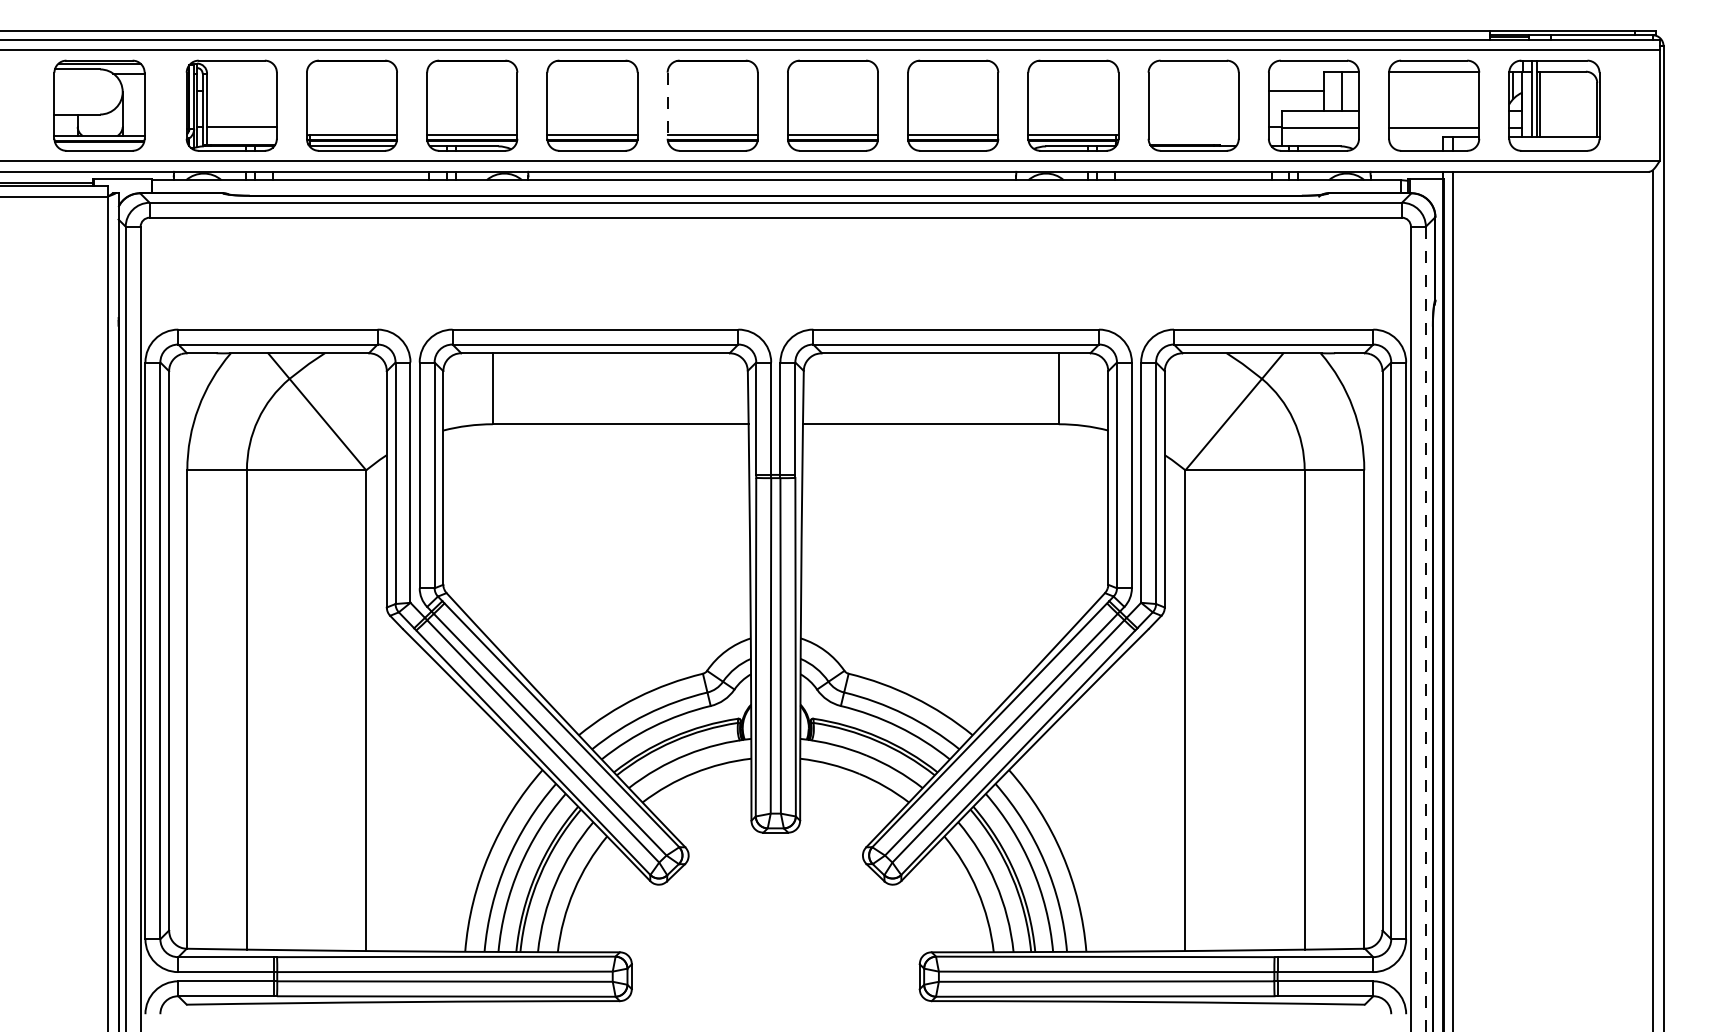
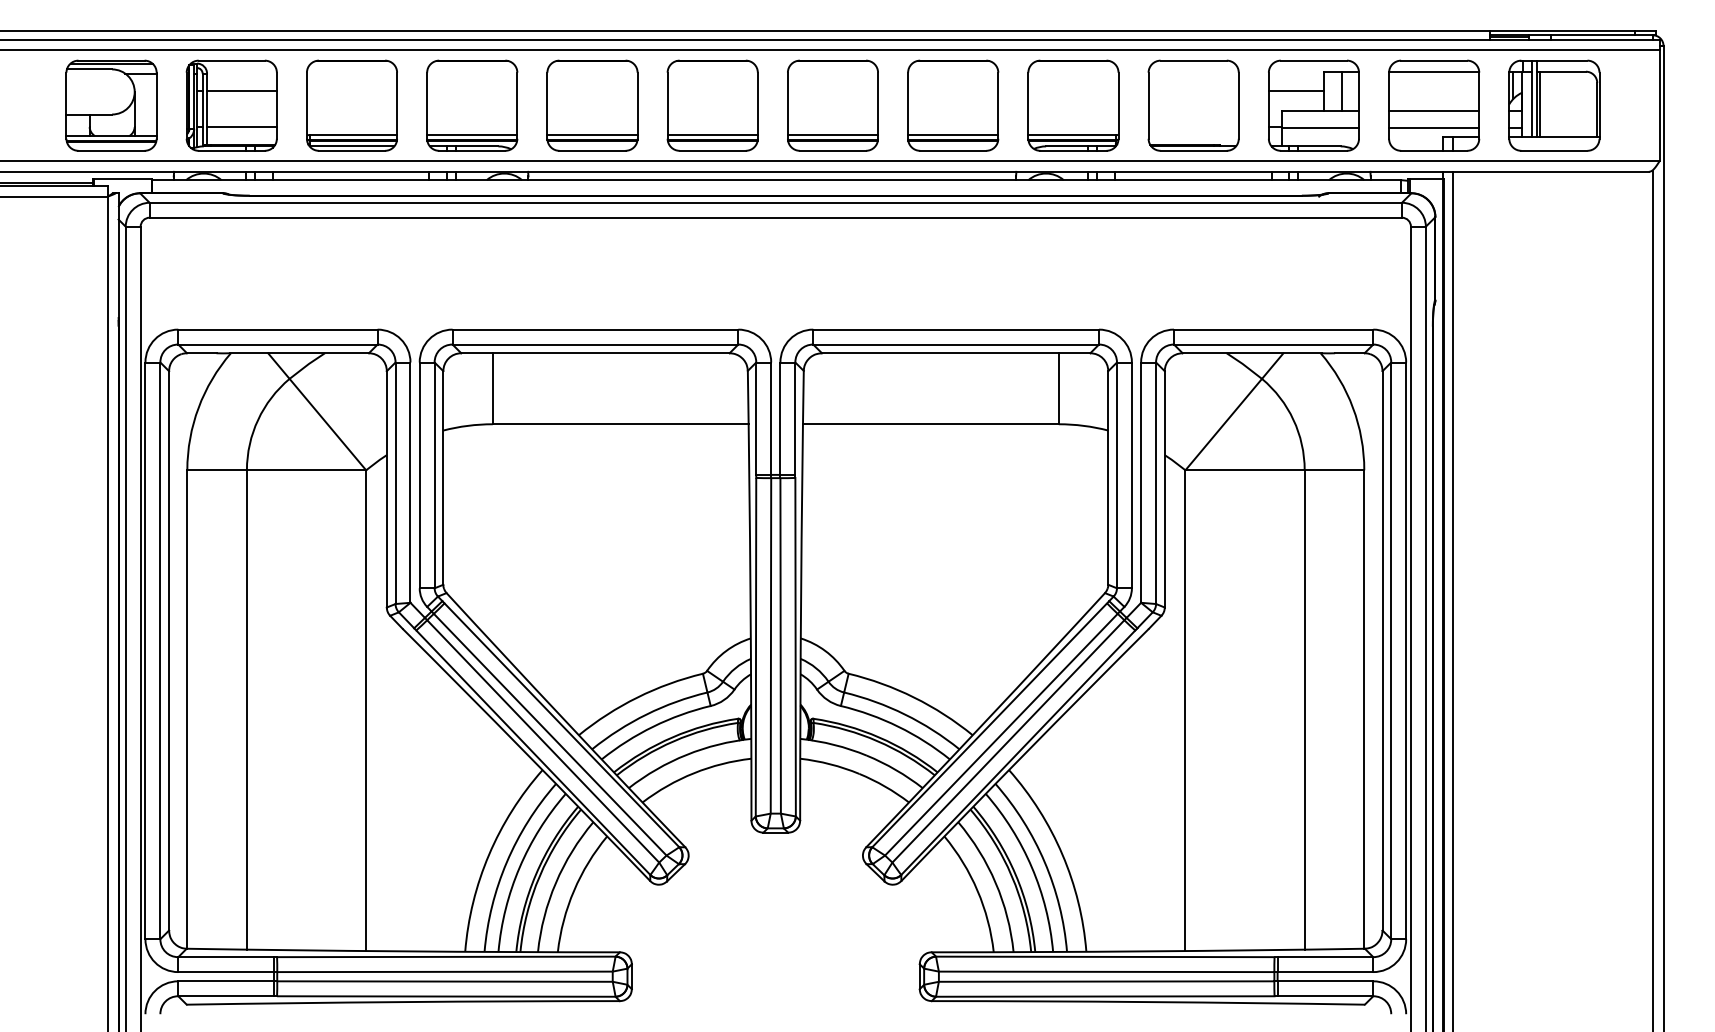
line at (241, 90): none -> present
part at (99, 105) position: (99, 105) -> (111, 105)
line at (667, 106): dashed -> solid
line at (1434, 110): none -> present
line at (1425, 629): dashed -> solid
